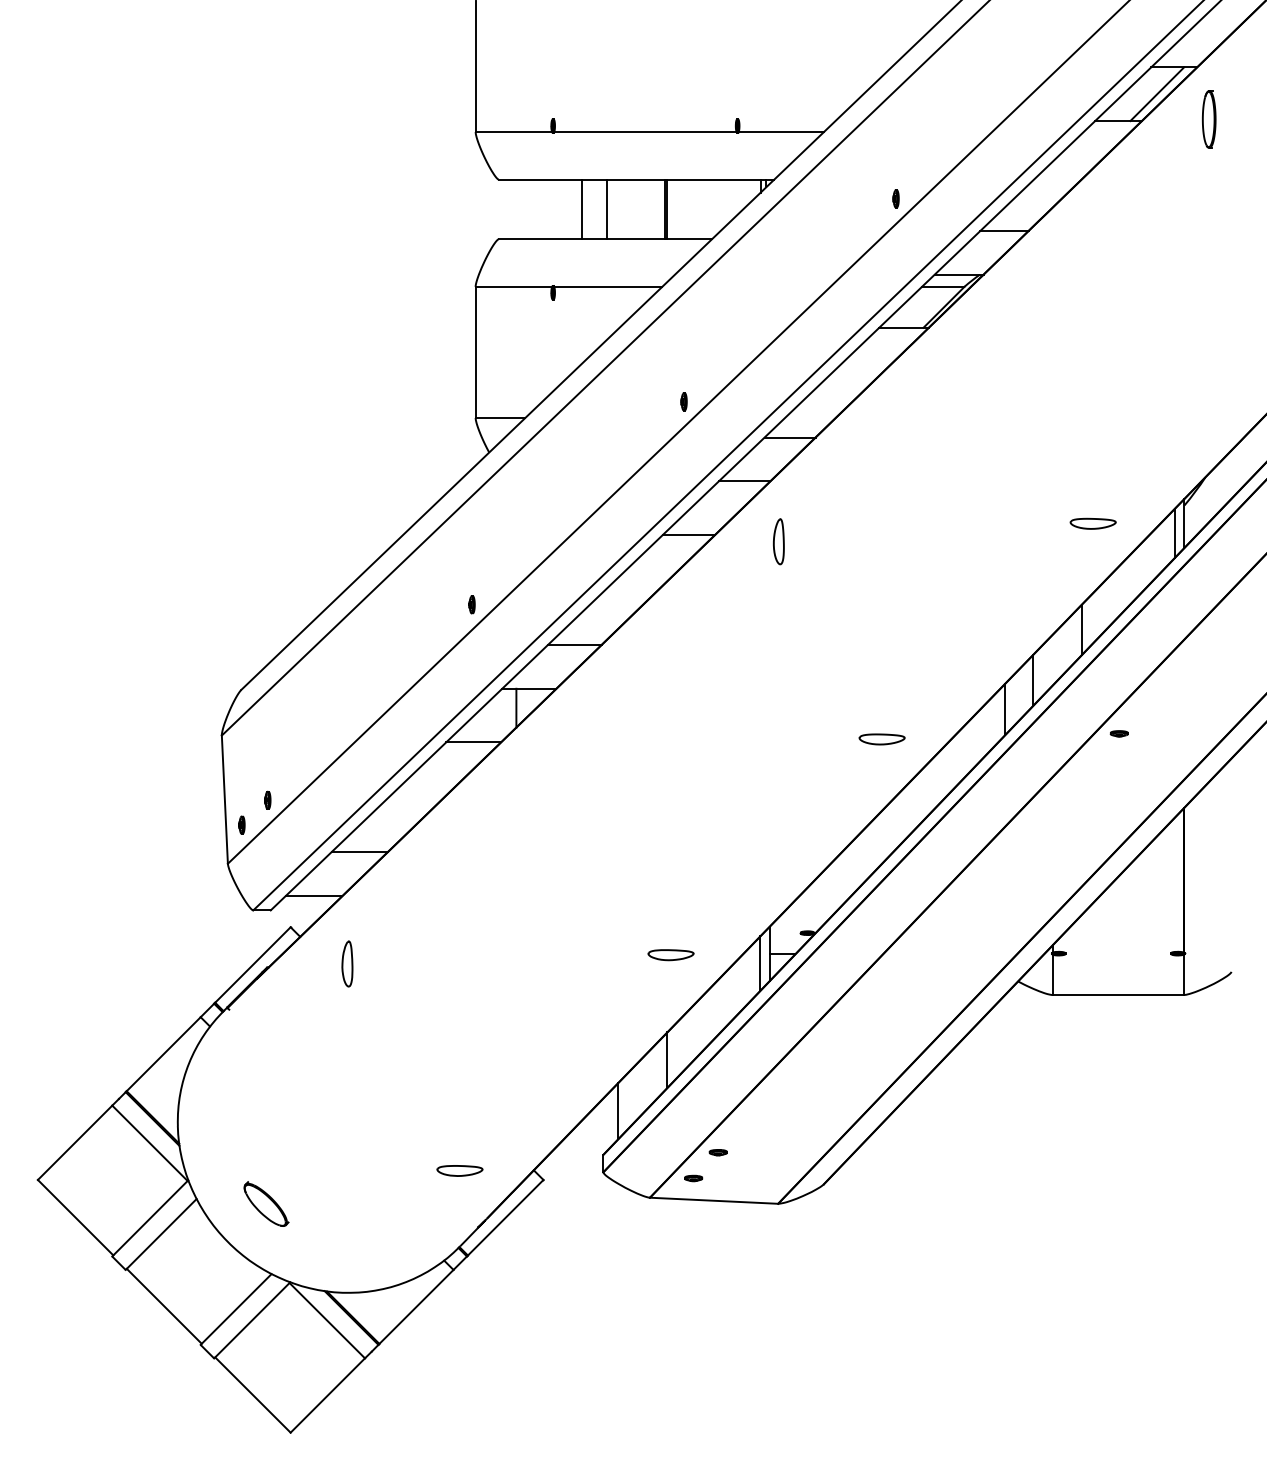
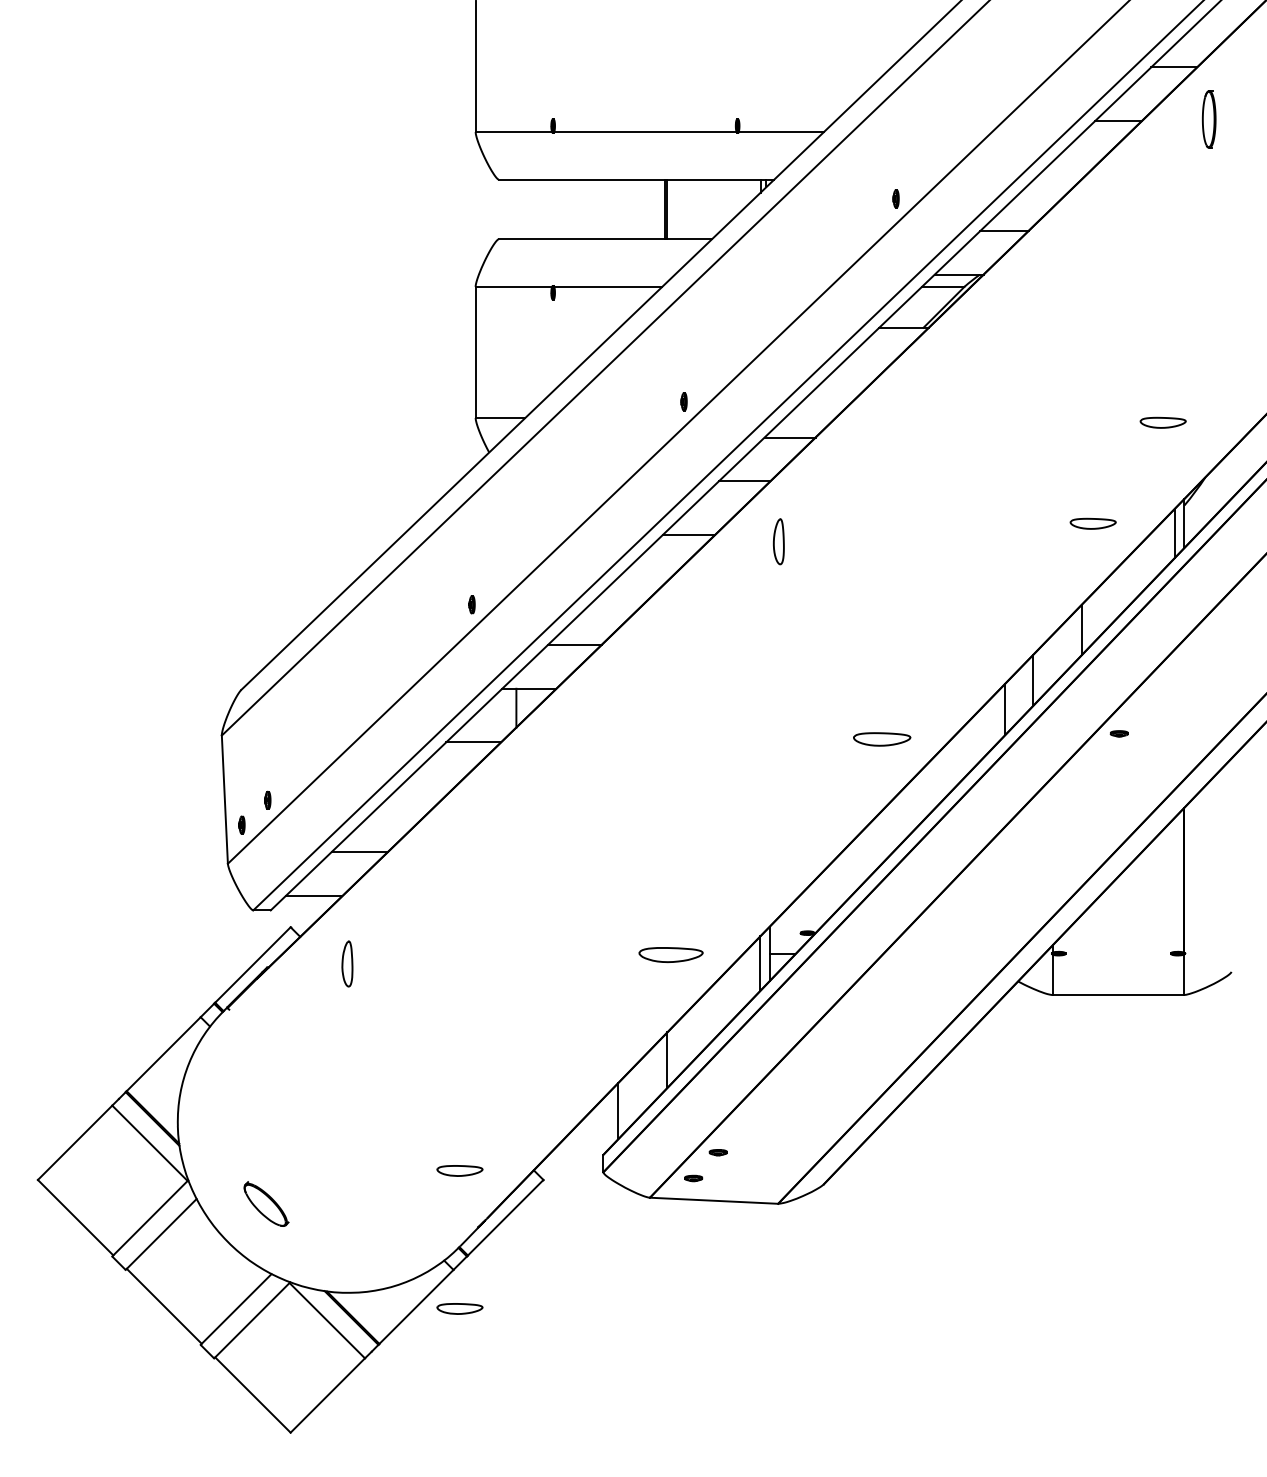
line at (1157, 94): present -> none
line at (581, 209): present -> none
line at (606, 209): present -> none
part at (1162, 422): none -> present
part at (881, 739) size: 48x13 px -> 59x15 px
part at (670, 955) size: 48x13 px -> 66x17 px
part at (459, 1308): none -> present
